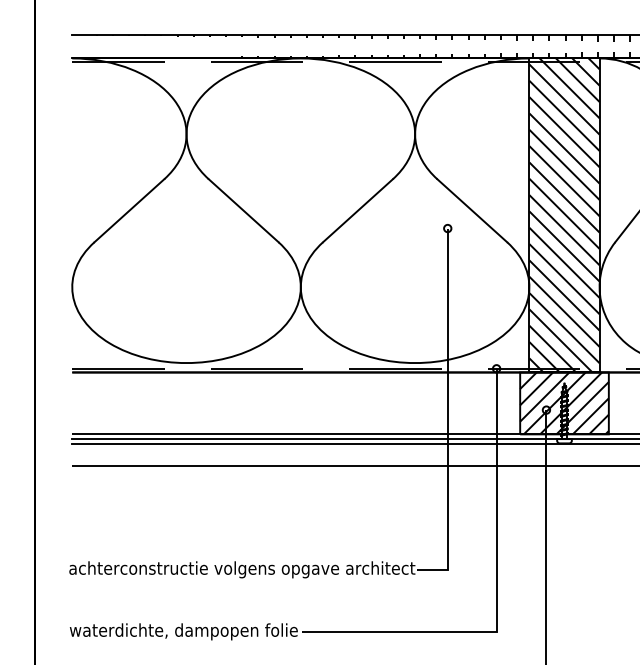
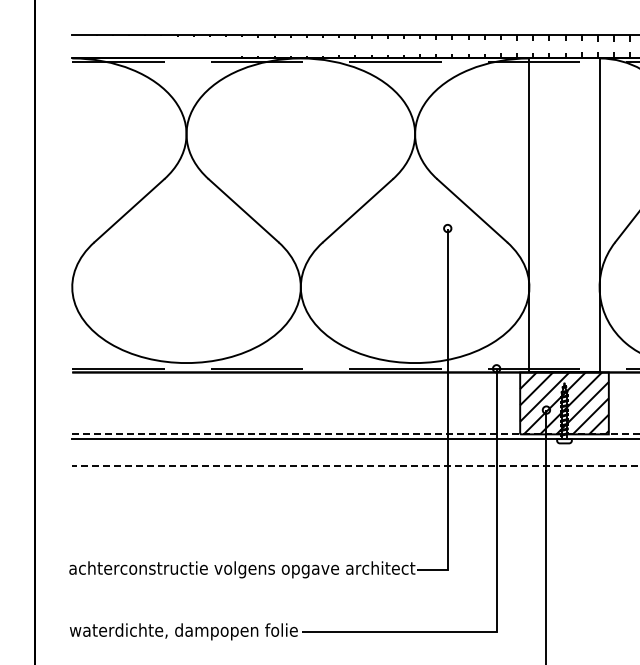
hatch at (564, 215): present -> none
line at (354, 443): present -> none
line at (639, 465): solid -> dashed
